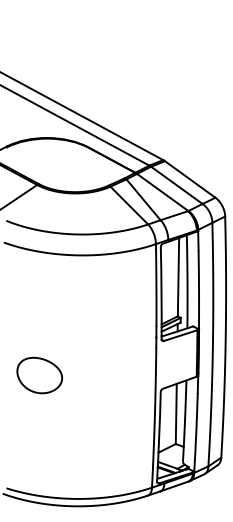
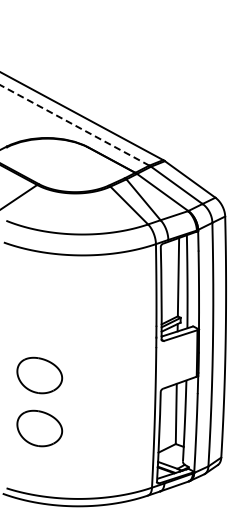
line at (75, 125): solid -> dashed
part at (39, 428): none -> present
